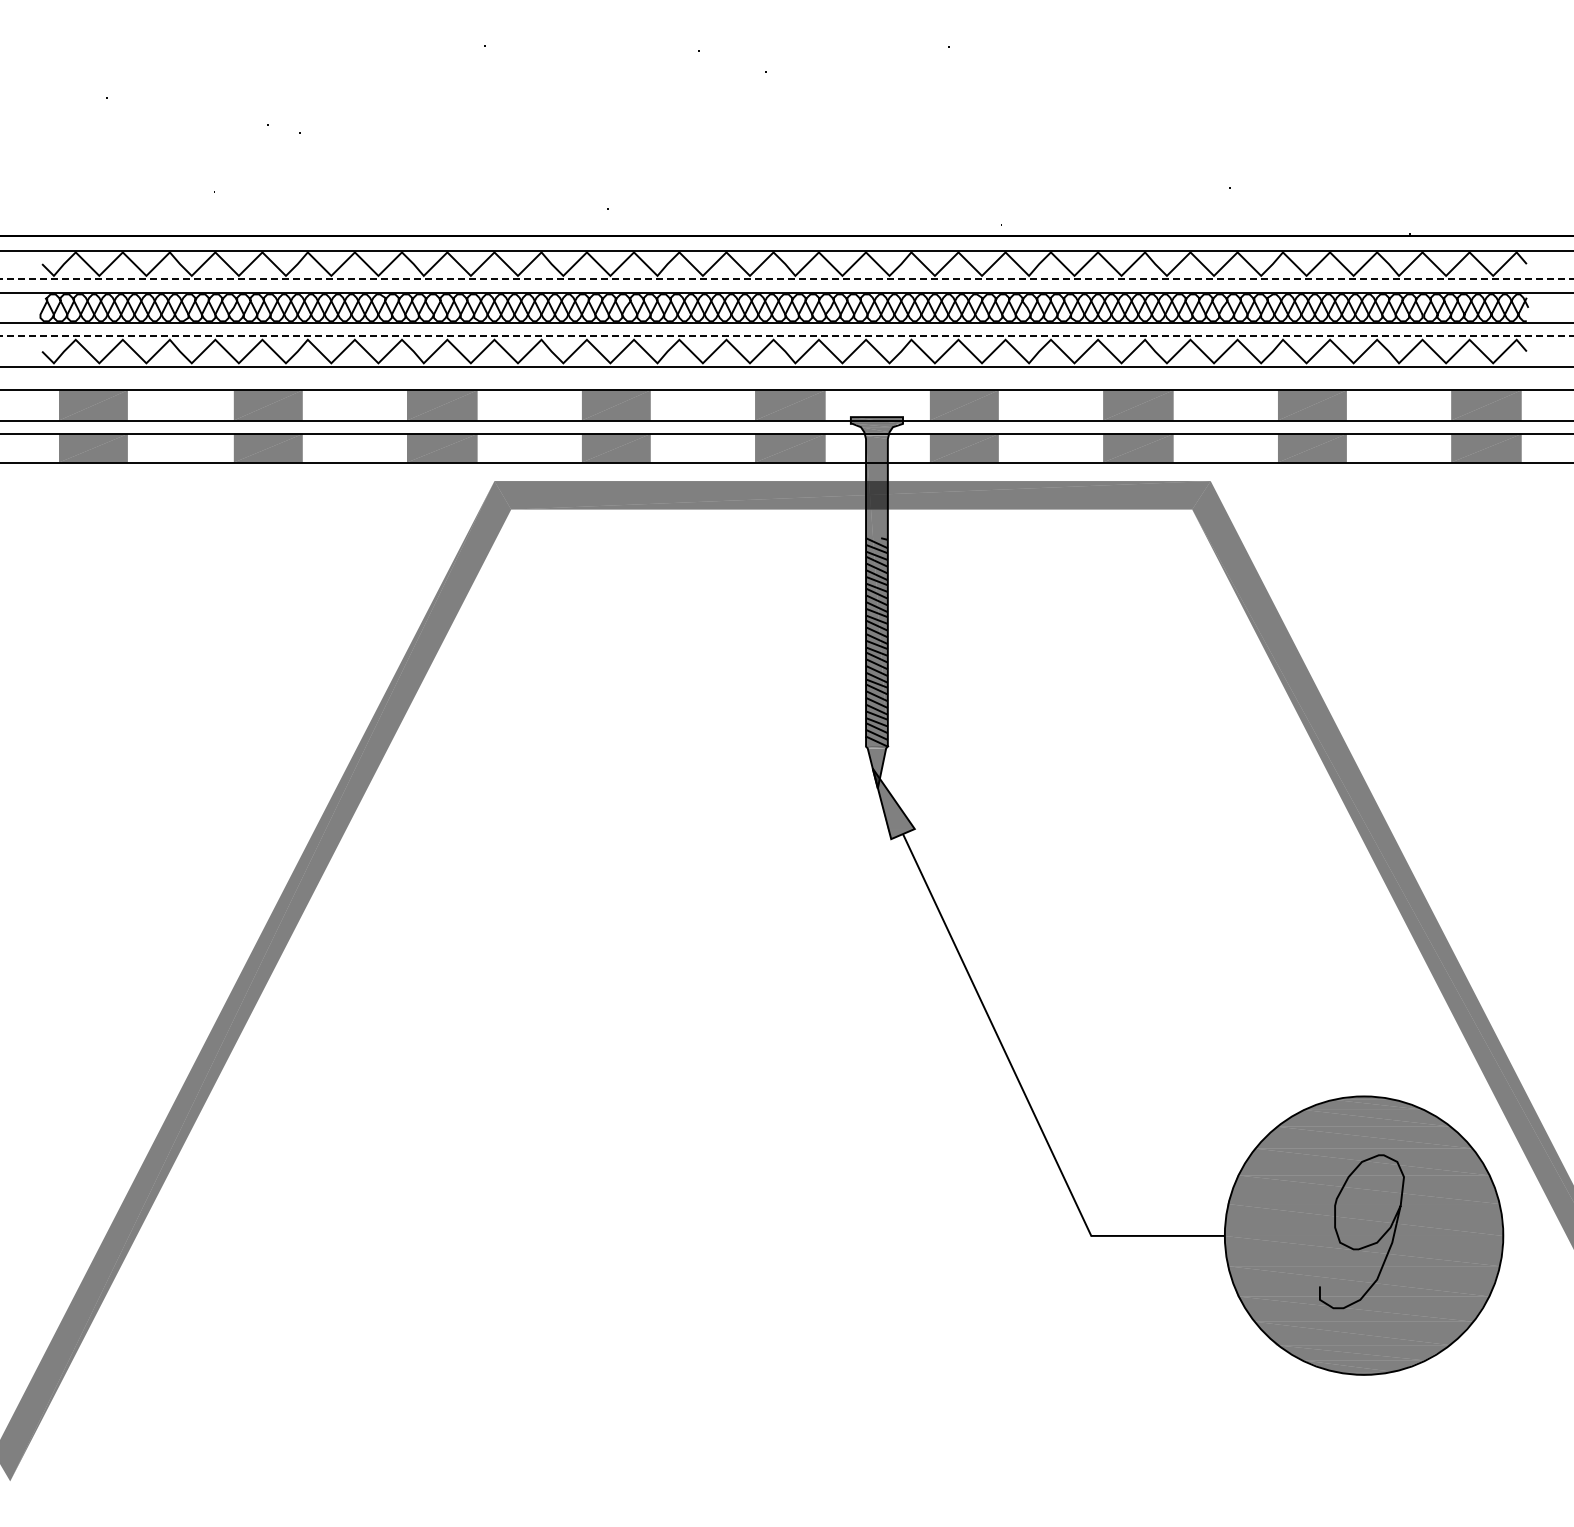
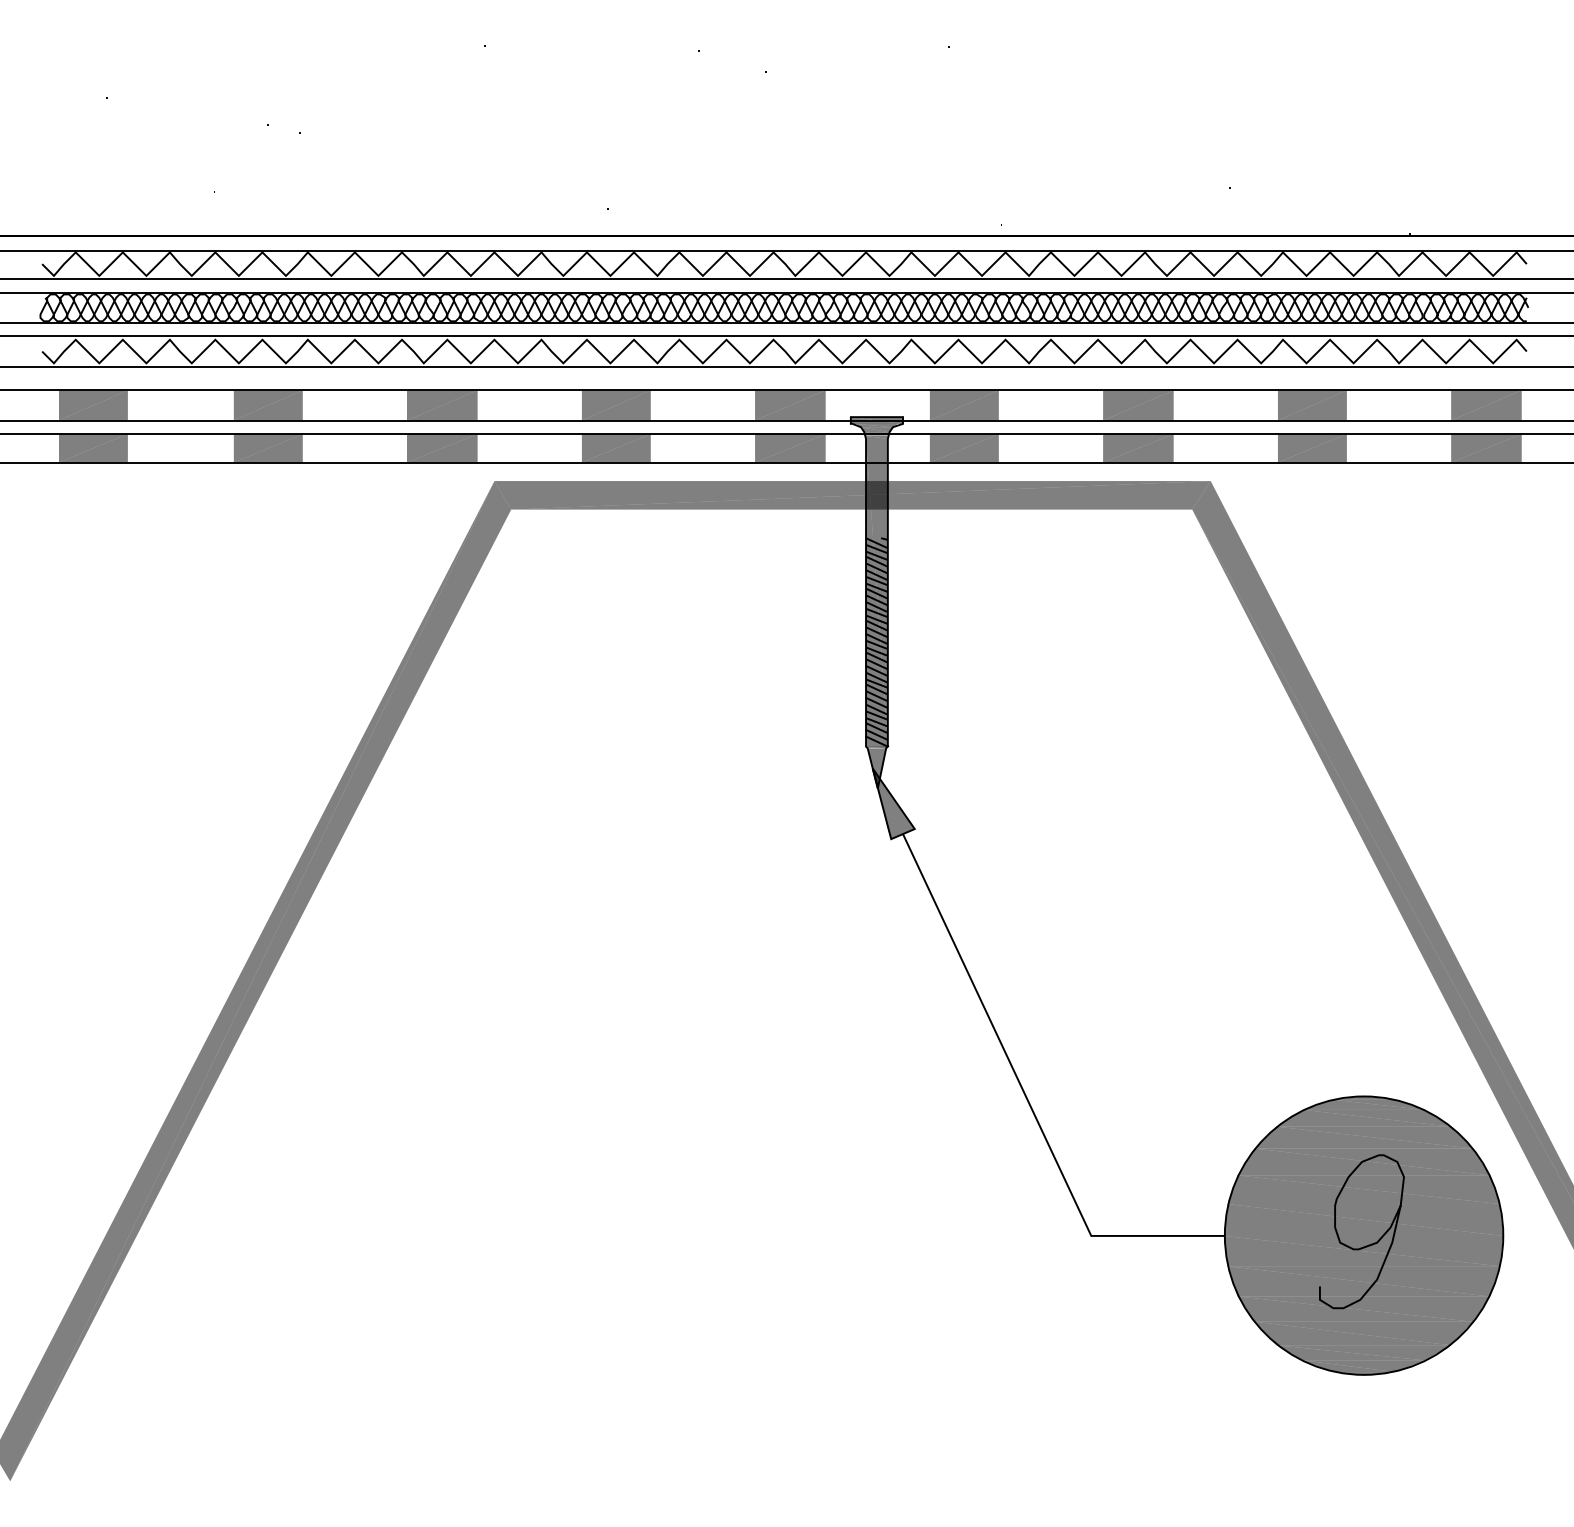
line at (787, 279): dashed -> solid
line at (787, 336): dashed -> solid
